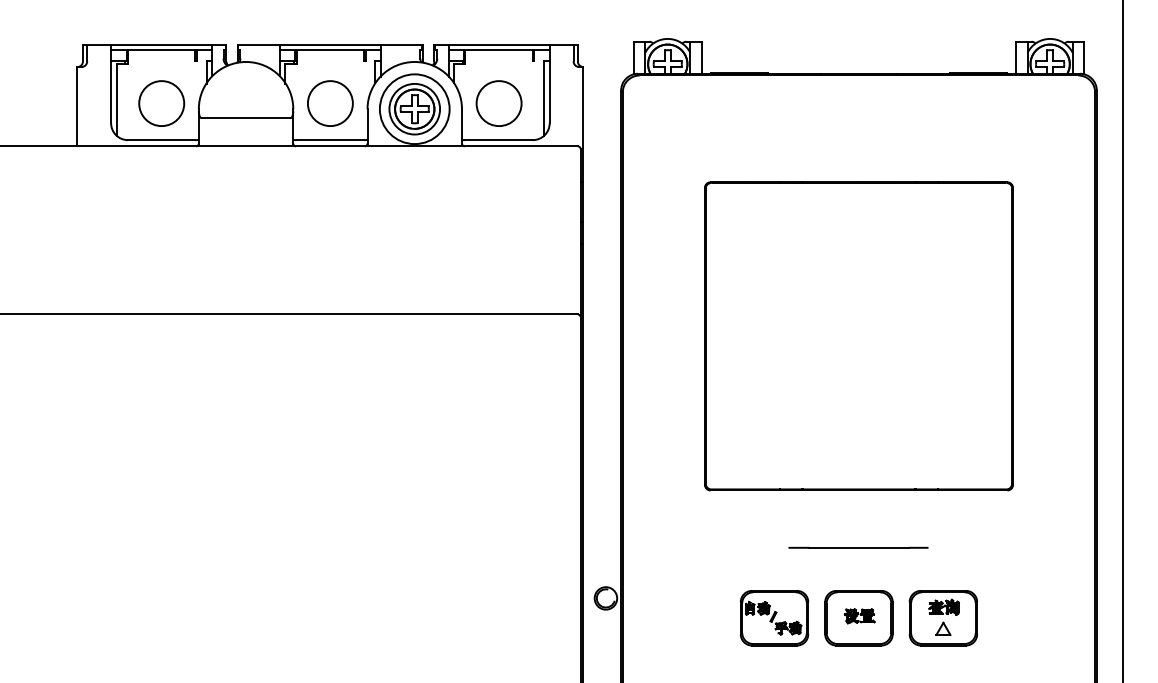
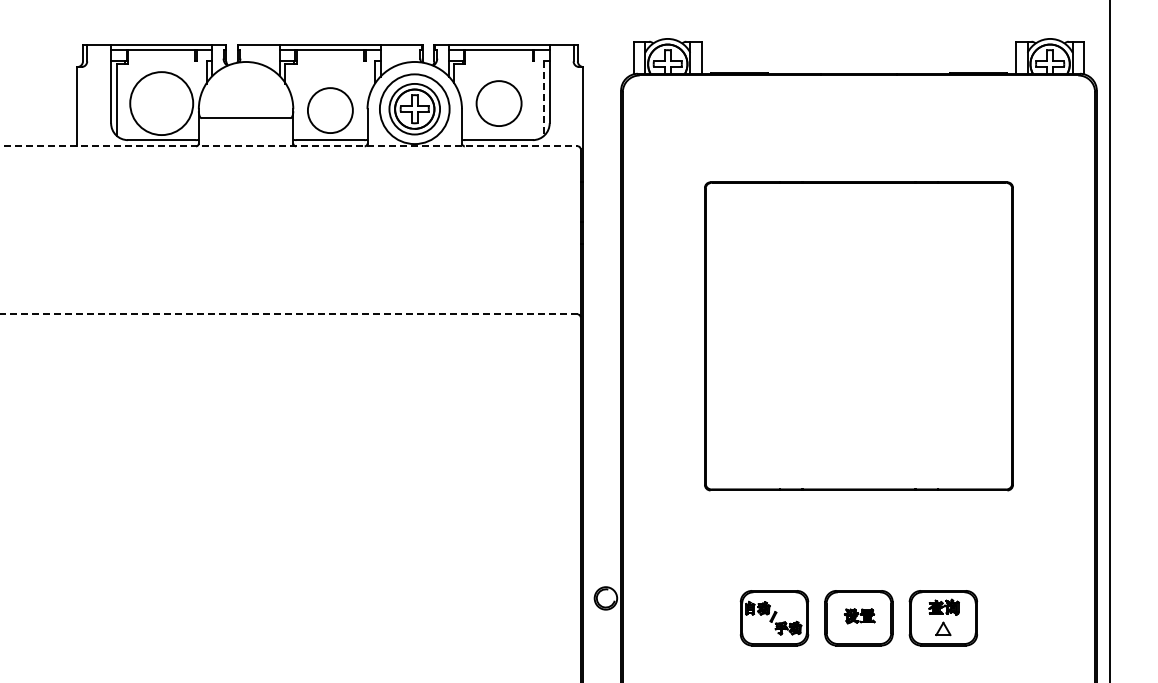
line at (544, 99): solid -> dashed
circle at (161, 103) diameter: 45 px -> 63 px
circle at (330, 103) position: (330, 103) -> (330, 110)
line at (289, 146): solid -> dashed
line at (288, 314): solid -> dashed
line at (1123, 340) position: (1123, 340) -> (1110, 340)
line at (858, 547): present -> none
